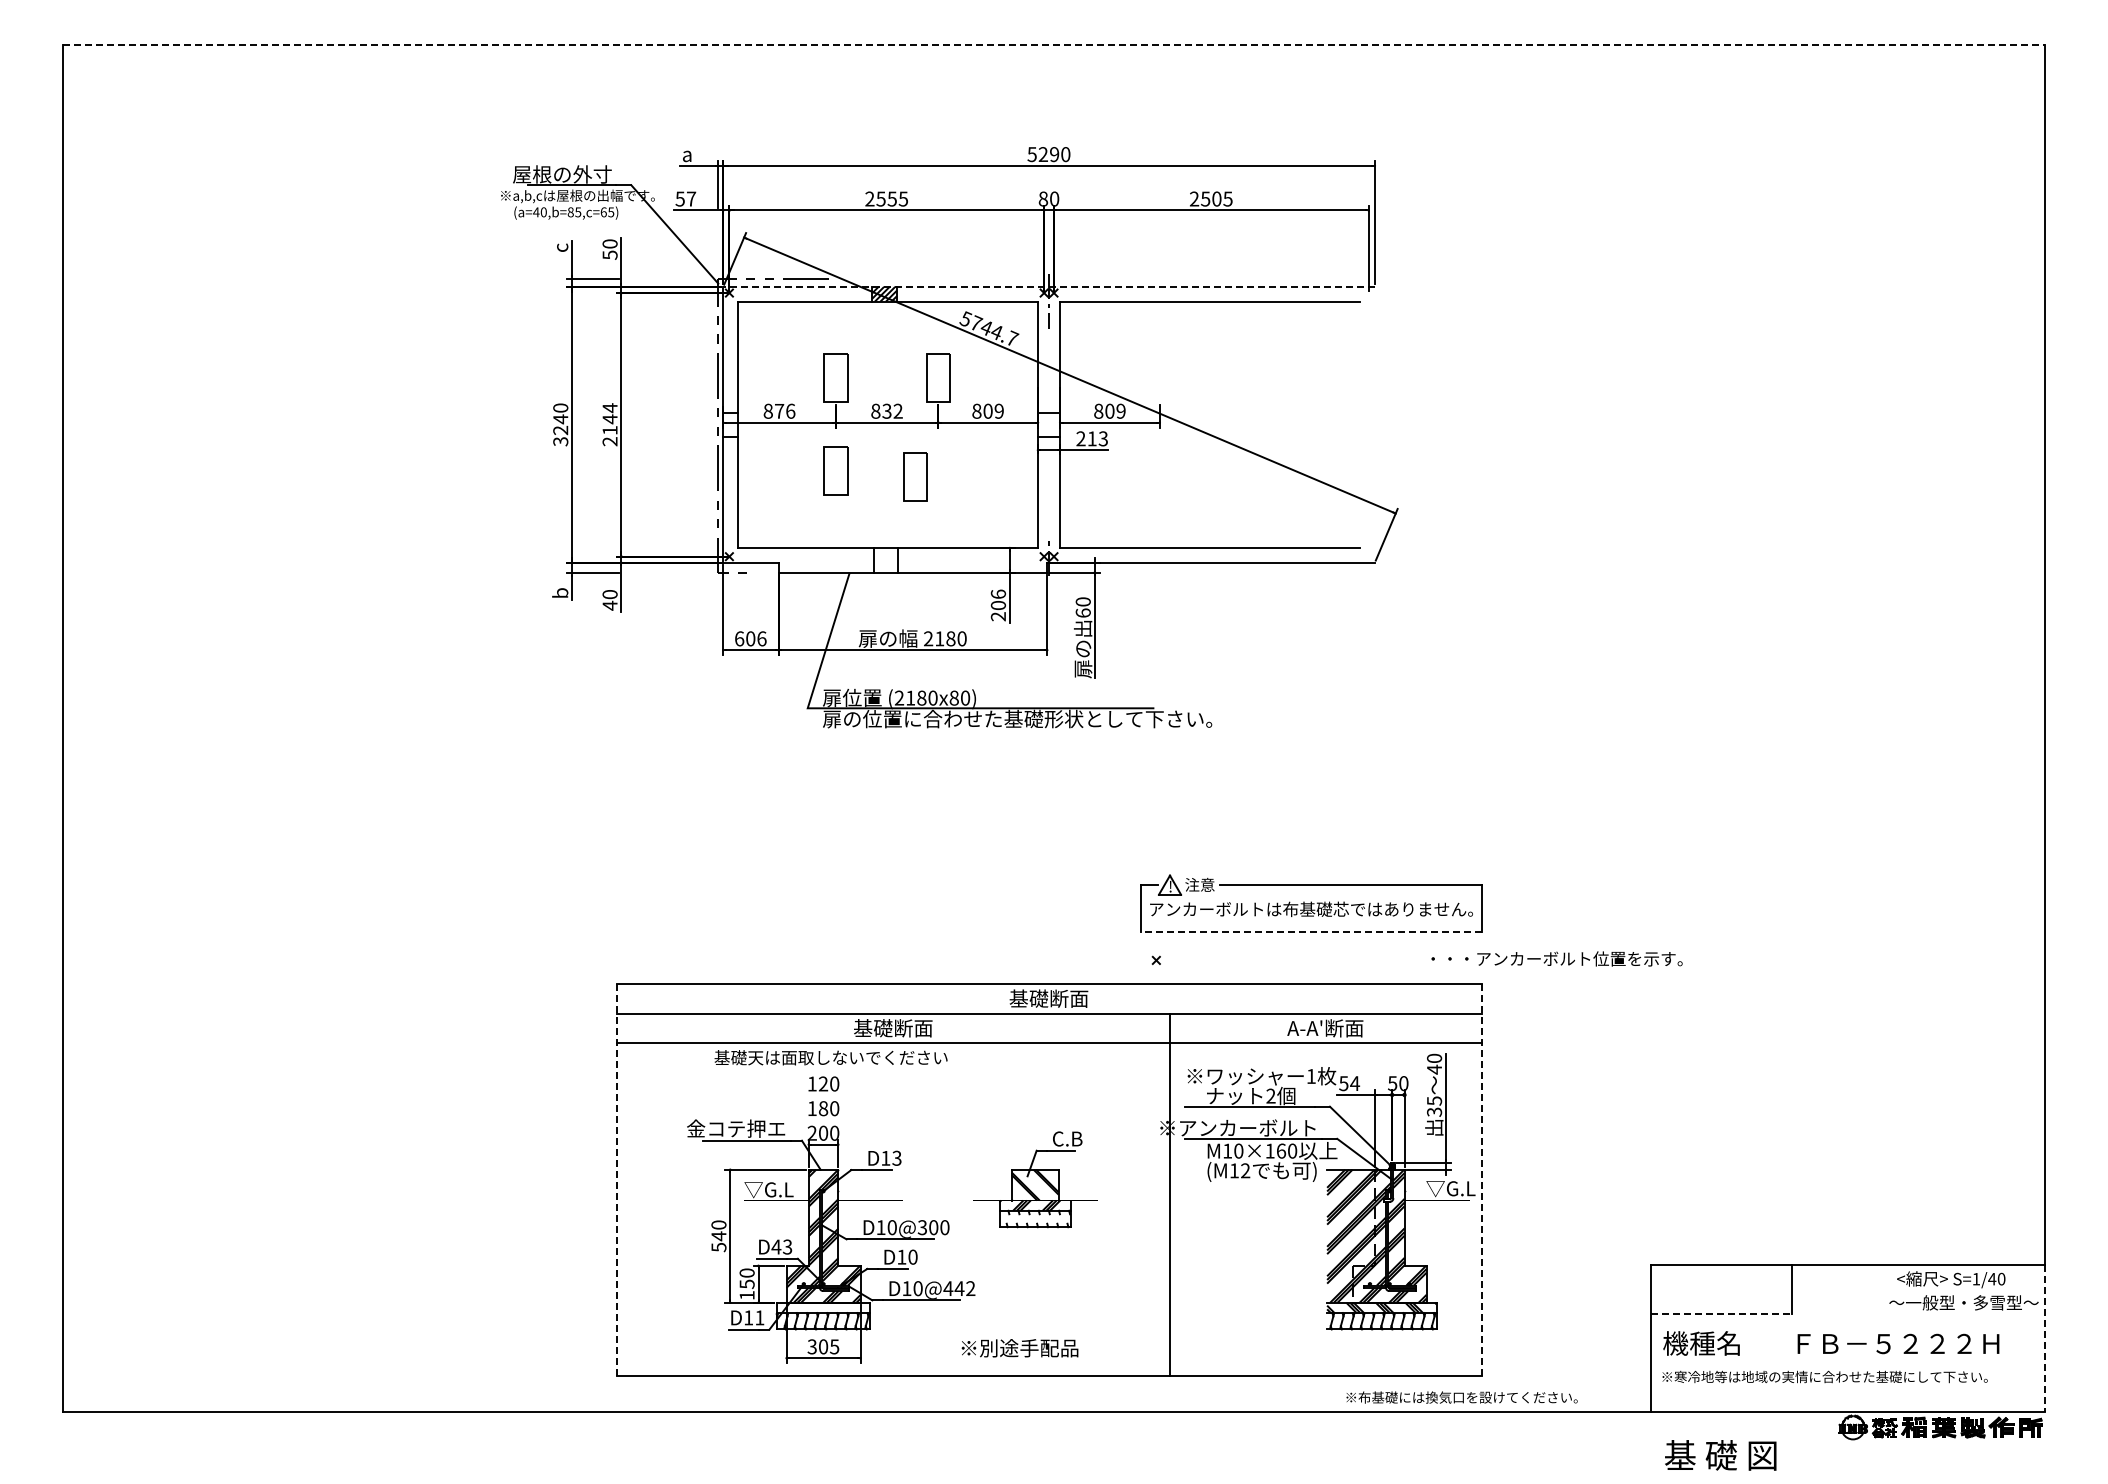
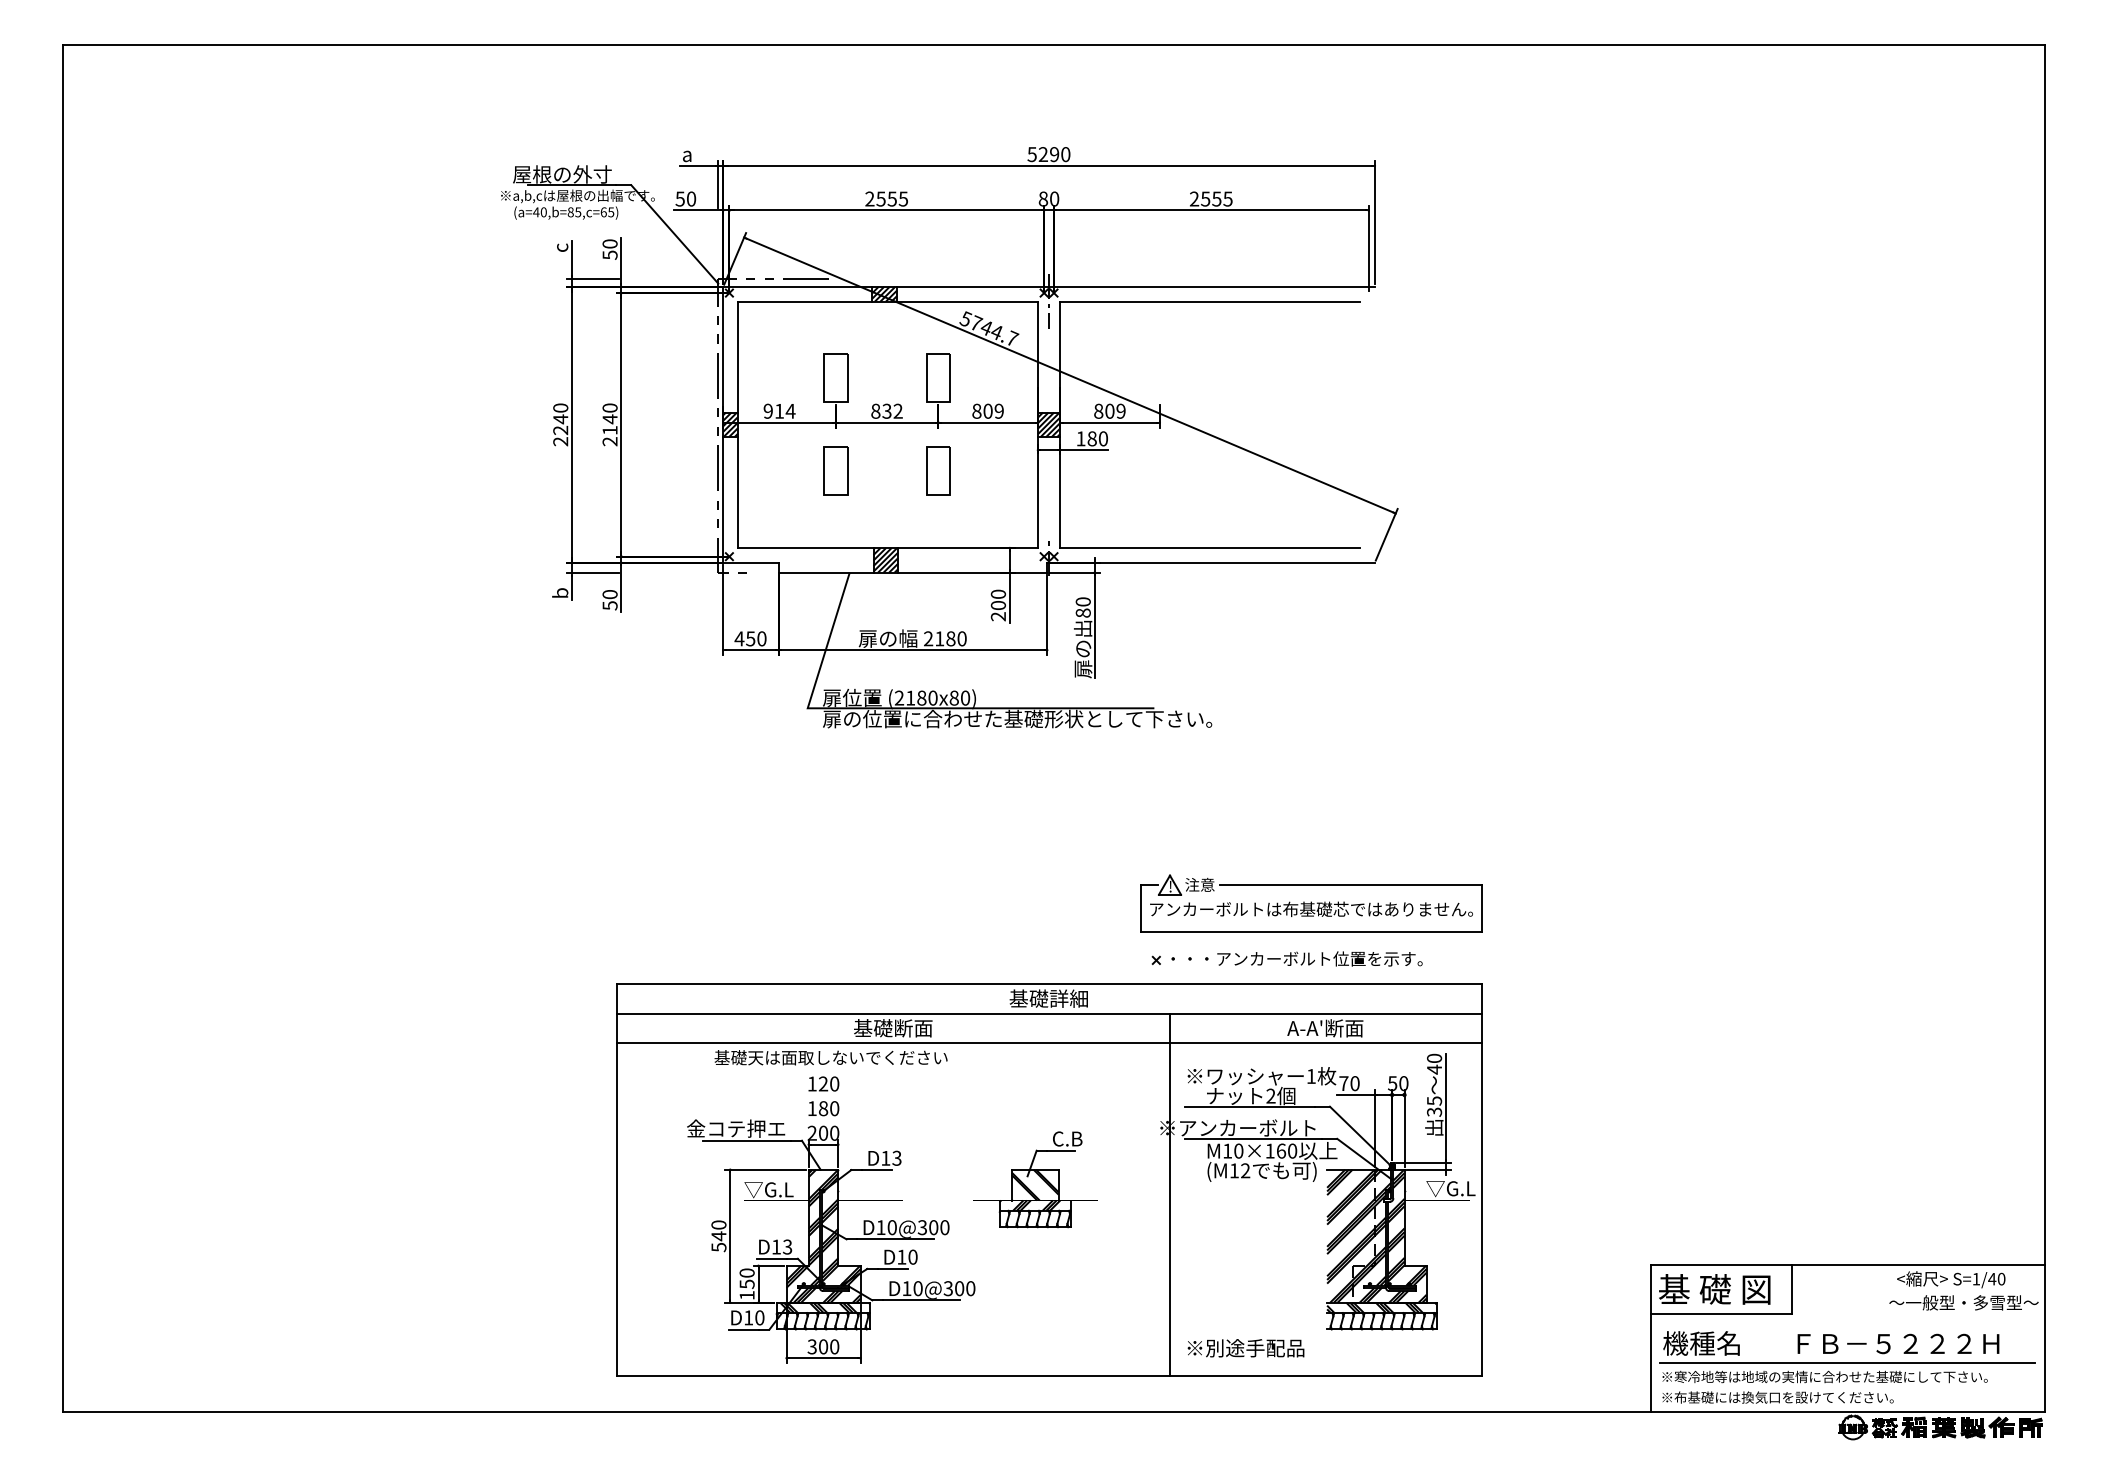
line at (1054, 44): dashed -> solid
text at (691, 198): 57 -> 50
text at (1216, 198): 2505 -> 2555
line at (1049, 286): dashed -> solid
text at (609, 408): 2144 -> 2140
text at (779, 410): 876 -> 914
hatch at (730, 424): none -> present
hatch at (1048, 424): none -> present
text at (1091, 438): 213 -> 180
text at (560, 441): 3240 -> 2240
part at (915, 476) position: (915, 476) -> (938, 470)
hatch at (885, 560): none -> present
text at (998, 593): 206 -> 200
text at (609, 605): 40 -> 50
text at (1082, 612): 60 -> 80
text at (750, 638): 606 -> 450
line at (1310, 932): dashed -> solid
text at (1556, 958) position: (1556, 958) -> (1296, 958)
text at (1068, 998): 基礎断面 -> 基礎詳細
text at (1349, 1083): 54 -> 70
line at (616, 1179): dashed -> solid
line at (1481, 1179): dashed -> solid
hatch at (1034, 1218): none -> present
text at (776, 1246): D43 -> D13
text at (959, 1288): D10@442 -> D10@300
hatch at (825, 1307): none -> present
line at (1721, 1313): dashed -> solid
text at (759, 1317): D11 -> D10
line at (2044, 1338): dashed -> solid
text at (834, 1346): 305 -> 300
text at (1019, 1348) position: (1019, 1348) -> (1245, 1348)
line at (1847, 1363): none -> present
text at (1461, 1397) position: (1461, 1397) -> (1777, 1397)
text at (1720, 1455) position: (1720, 1455) -> (1714, 1289)
